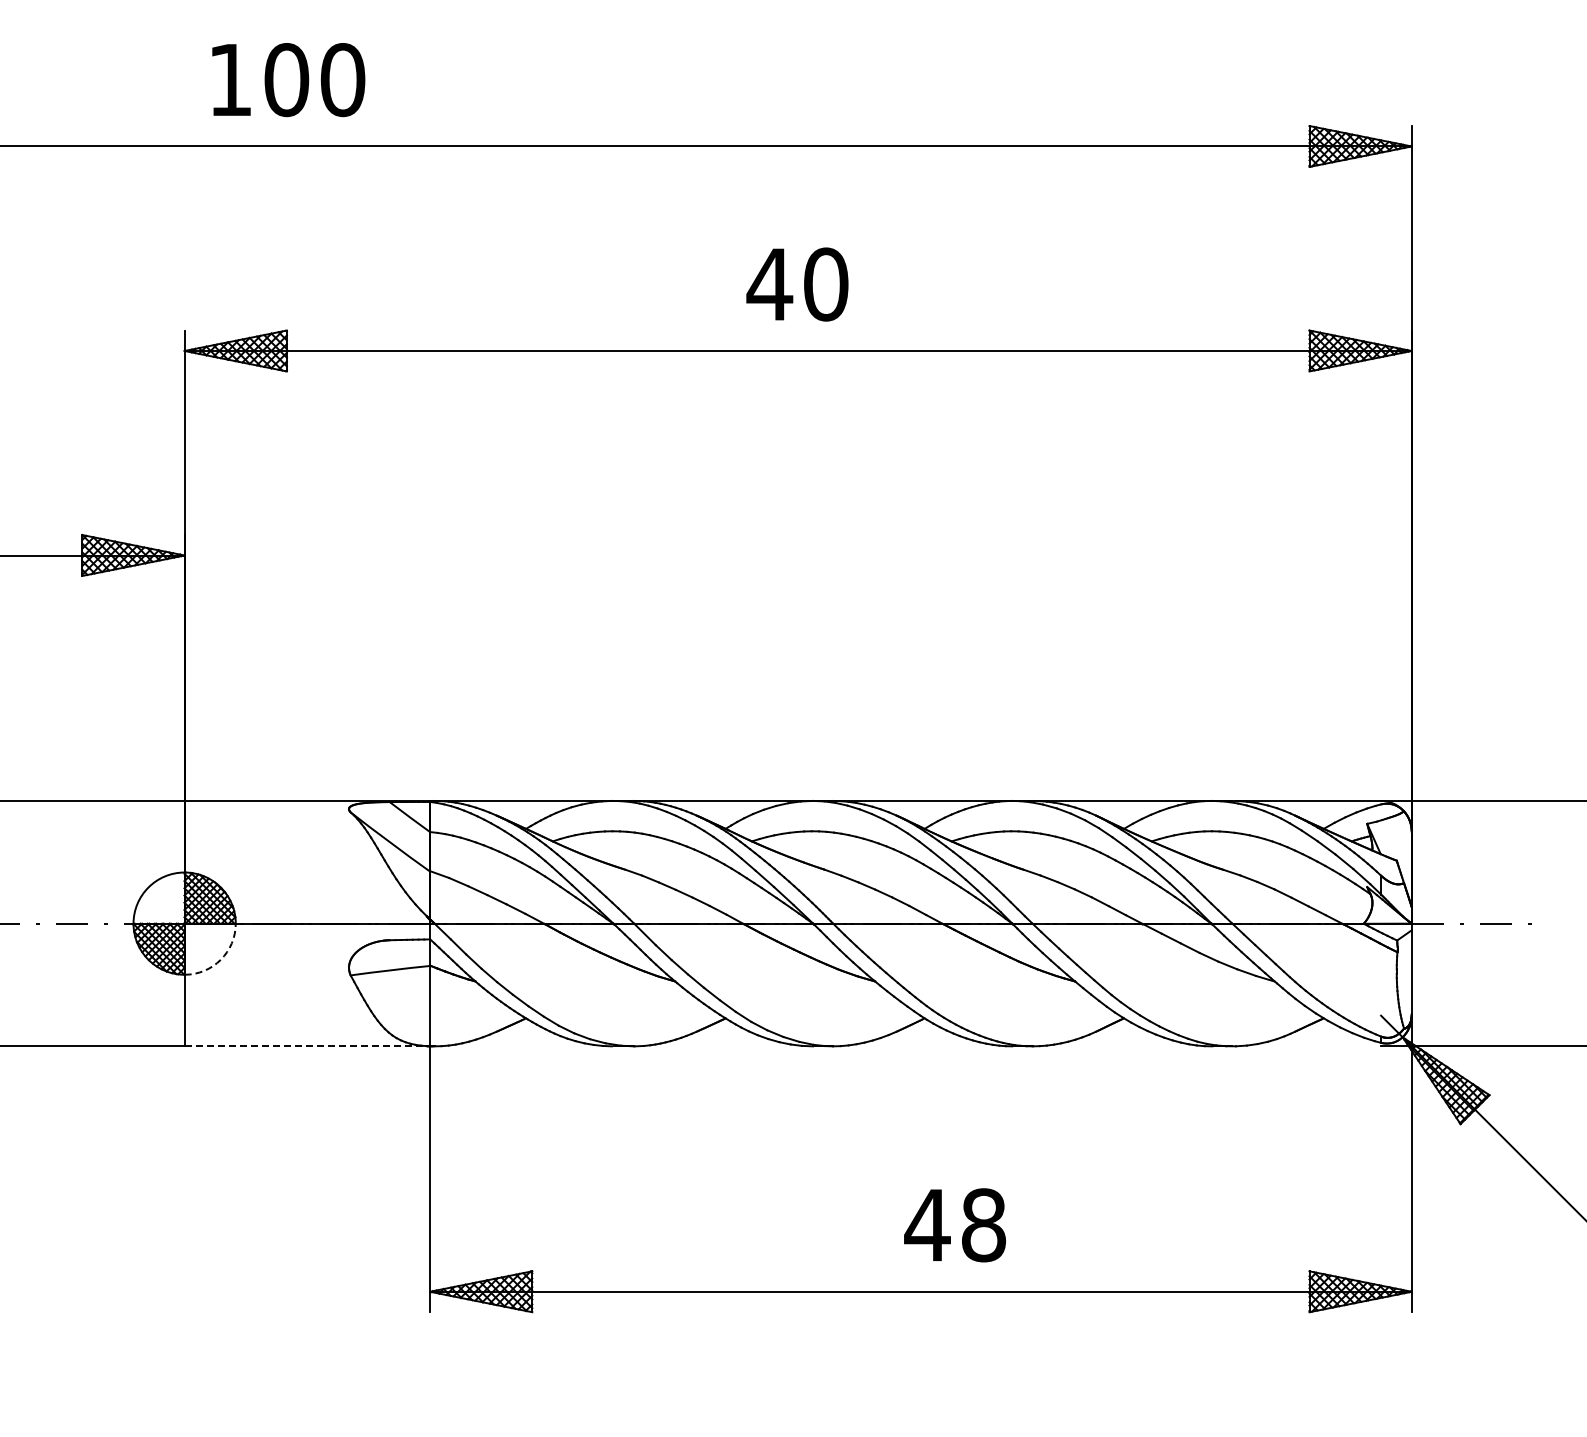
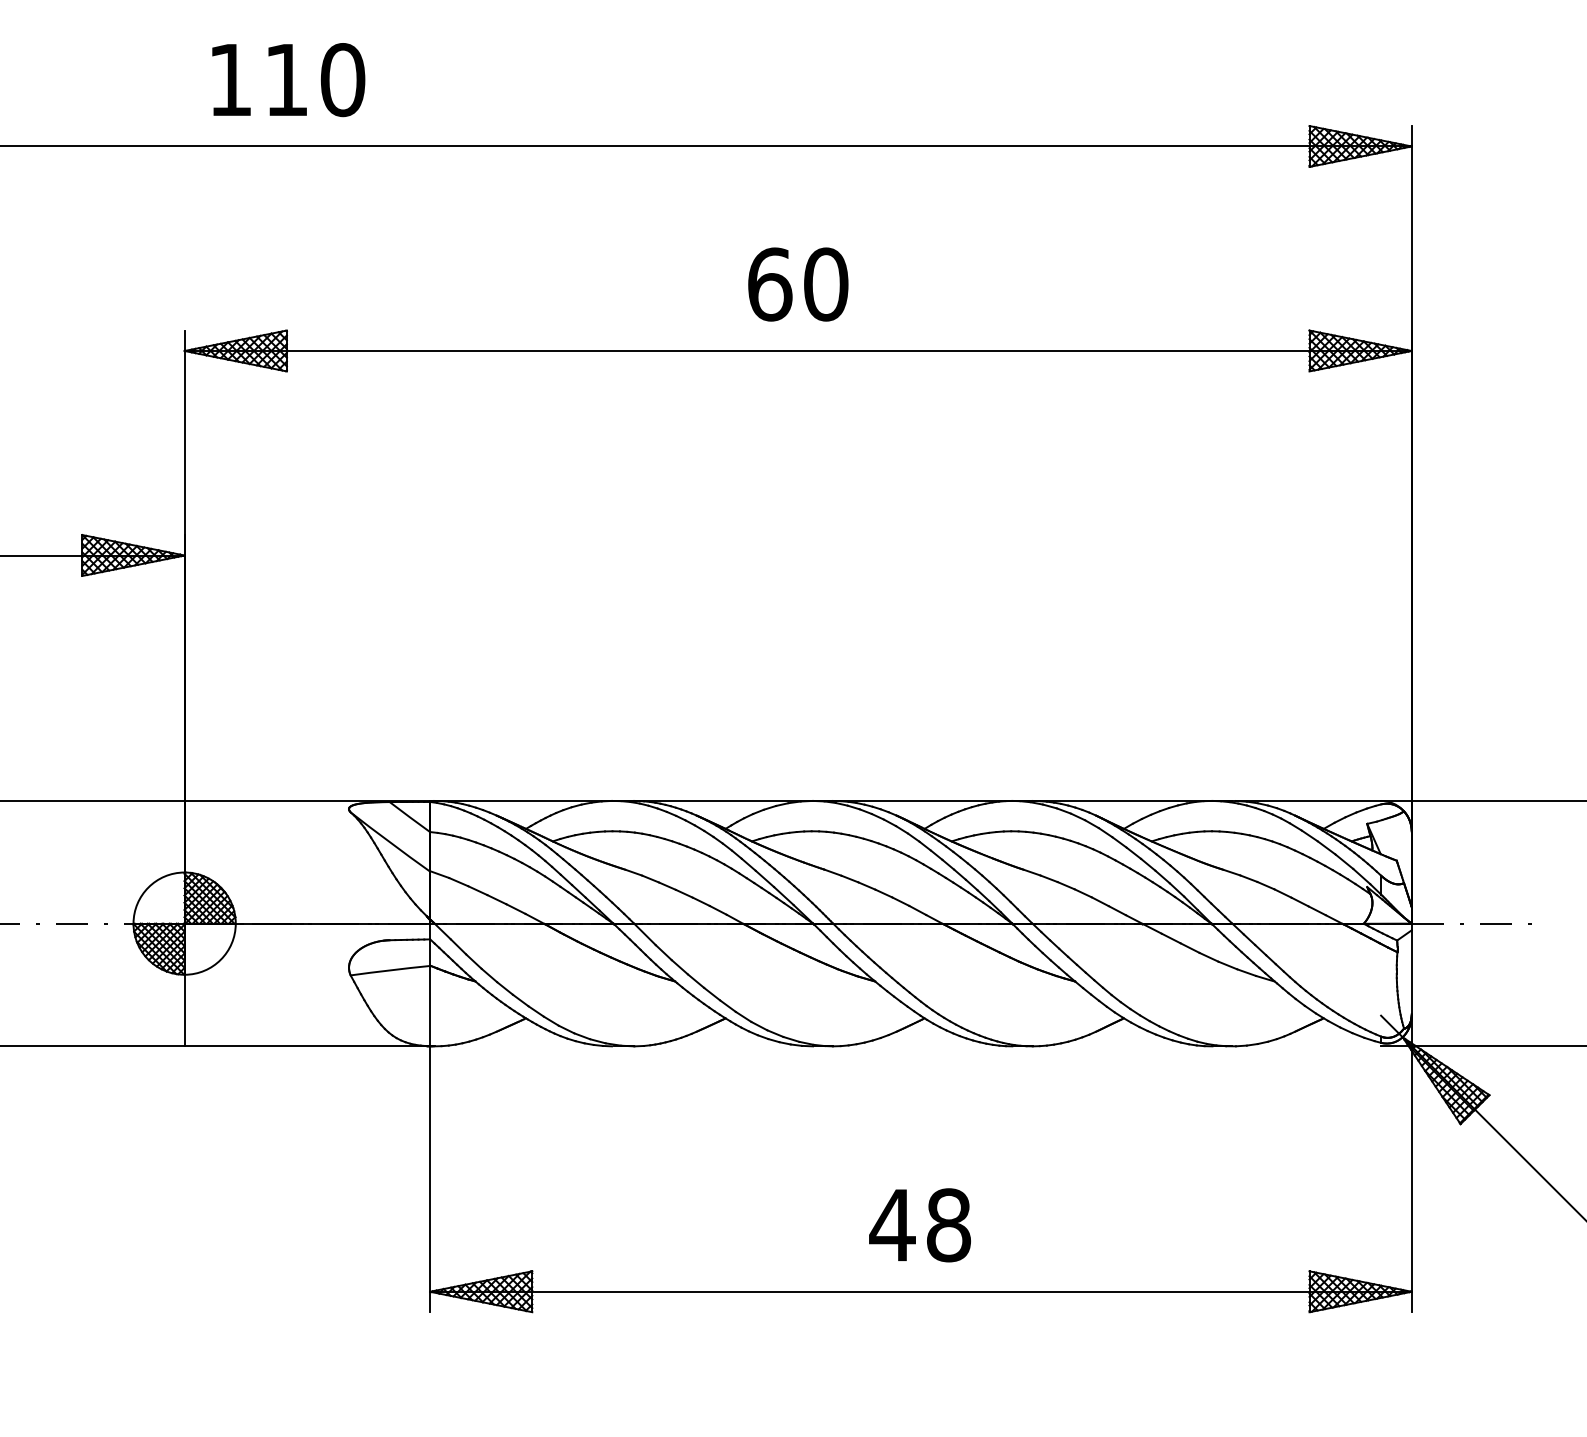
text at (286, 80): 100 -> 110
text at (769, 284): 40 -> 60
arc at (220, 959): dashed -> solid
line at (307, 1046): dashed -> solid
text at (954, 1225) position: (954, 1225) -> (919, 1225)
